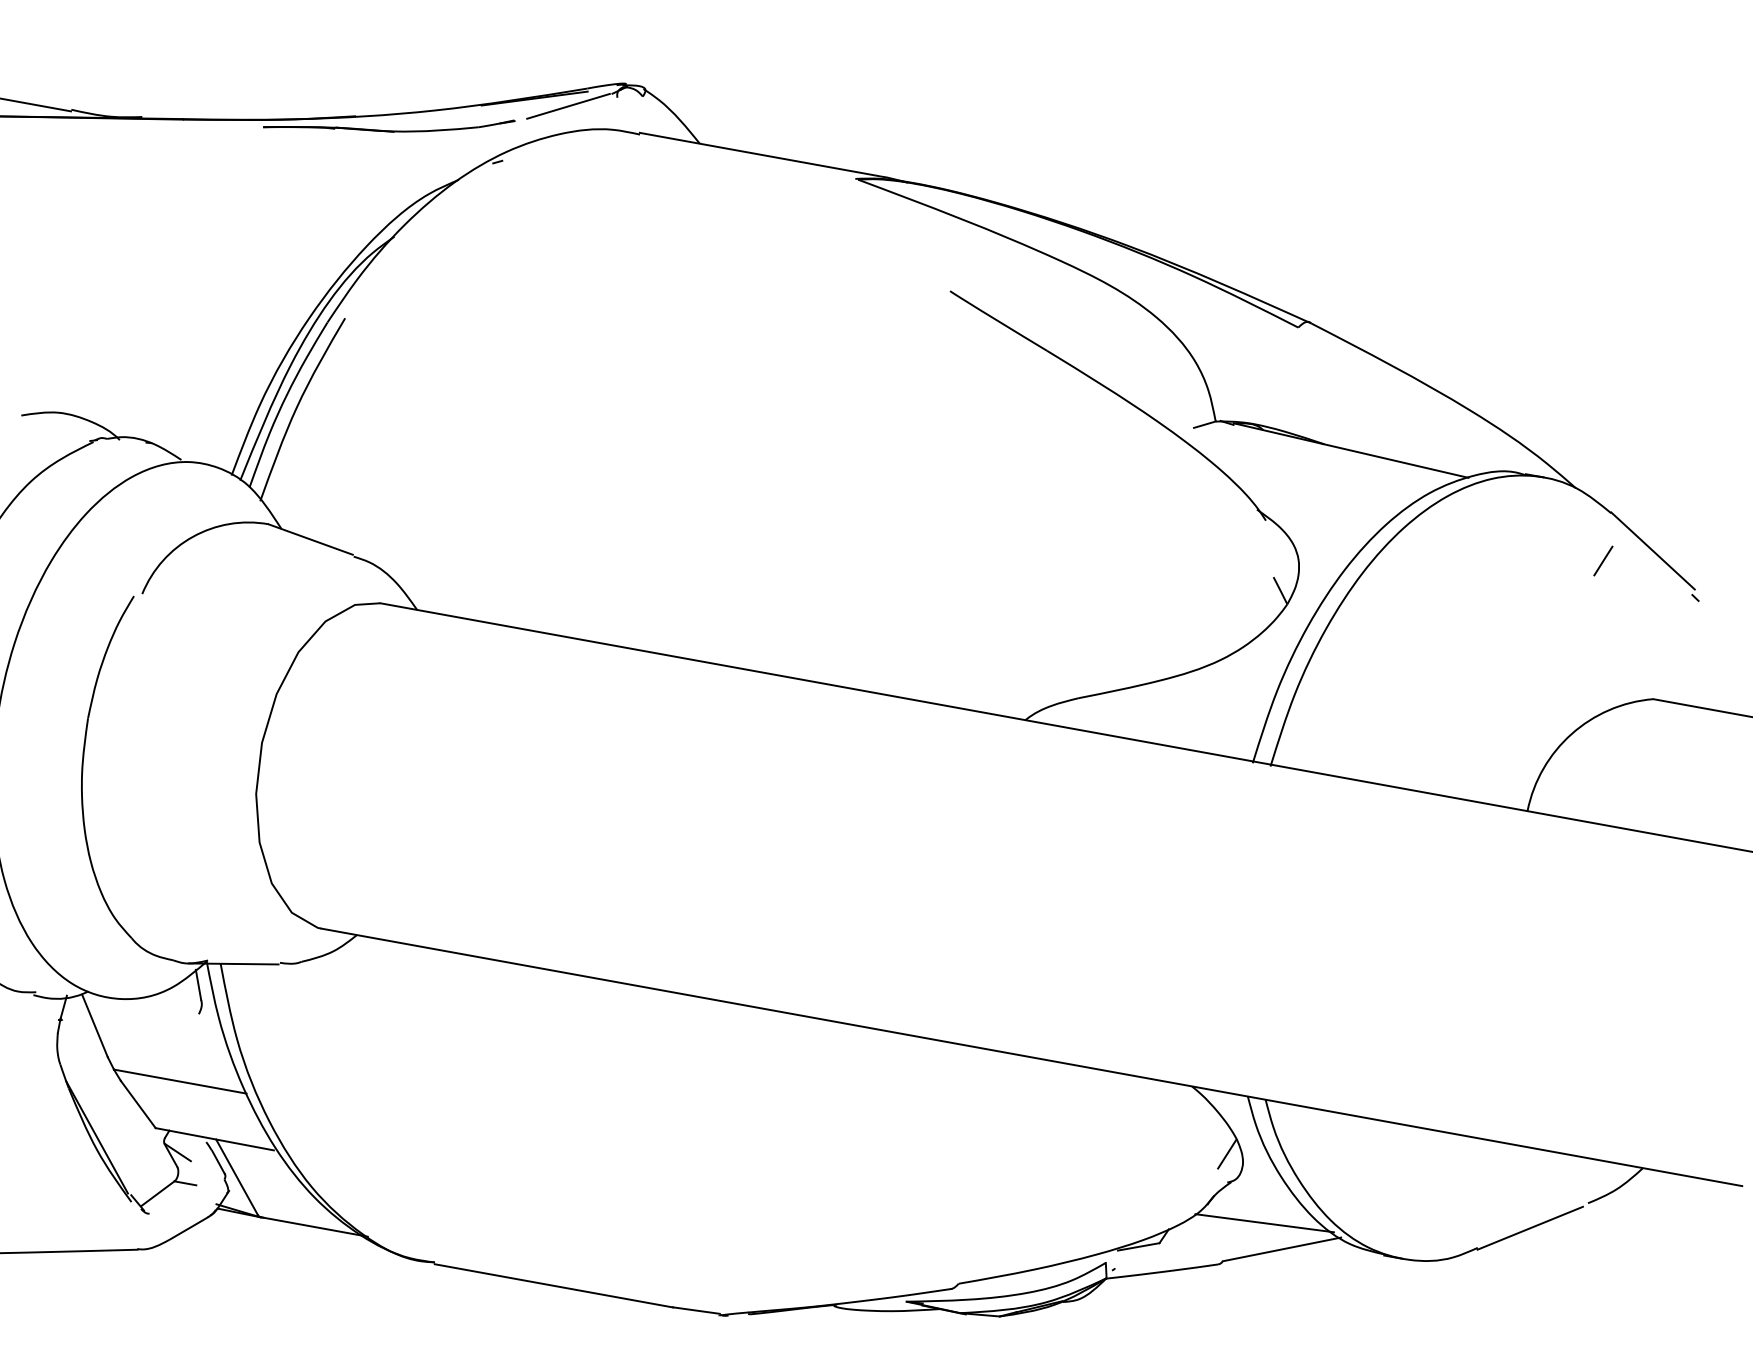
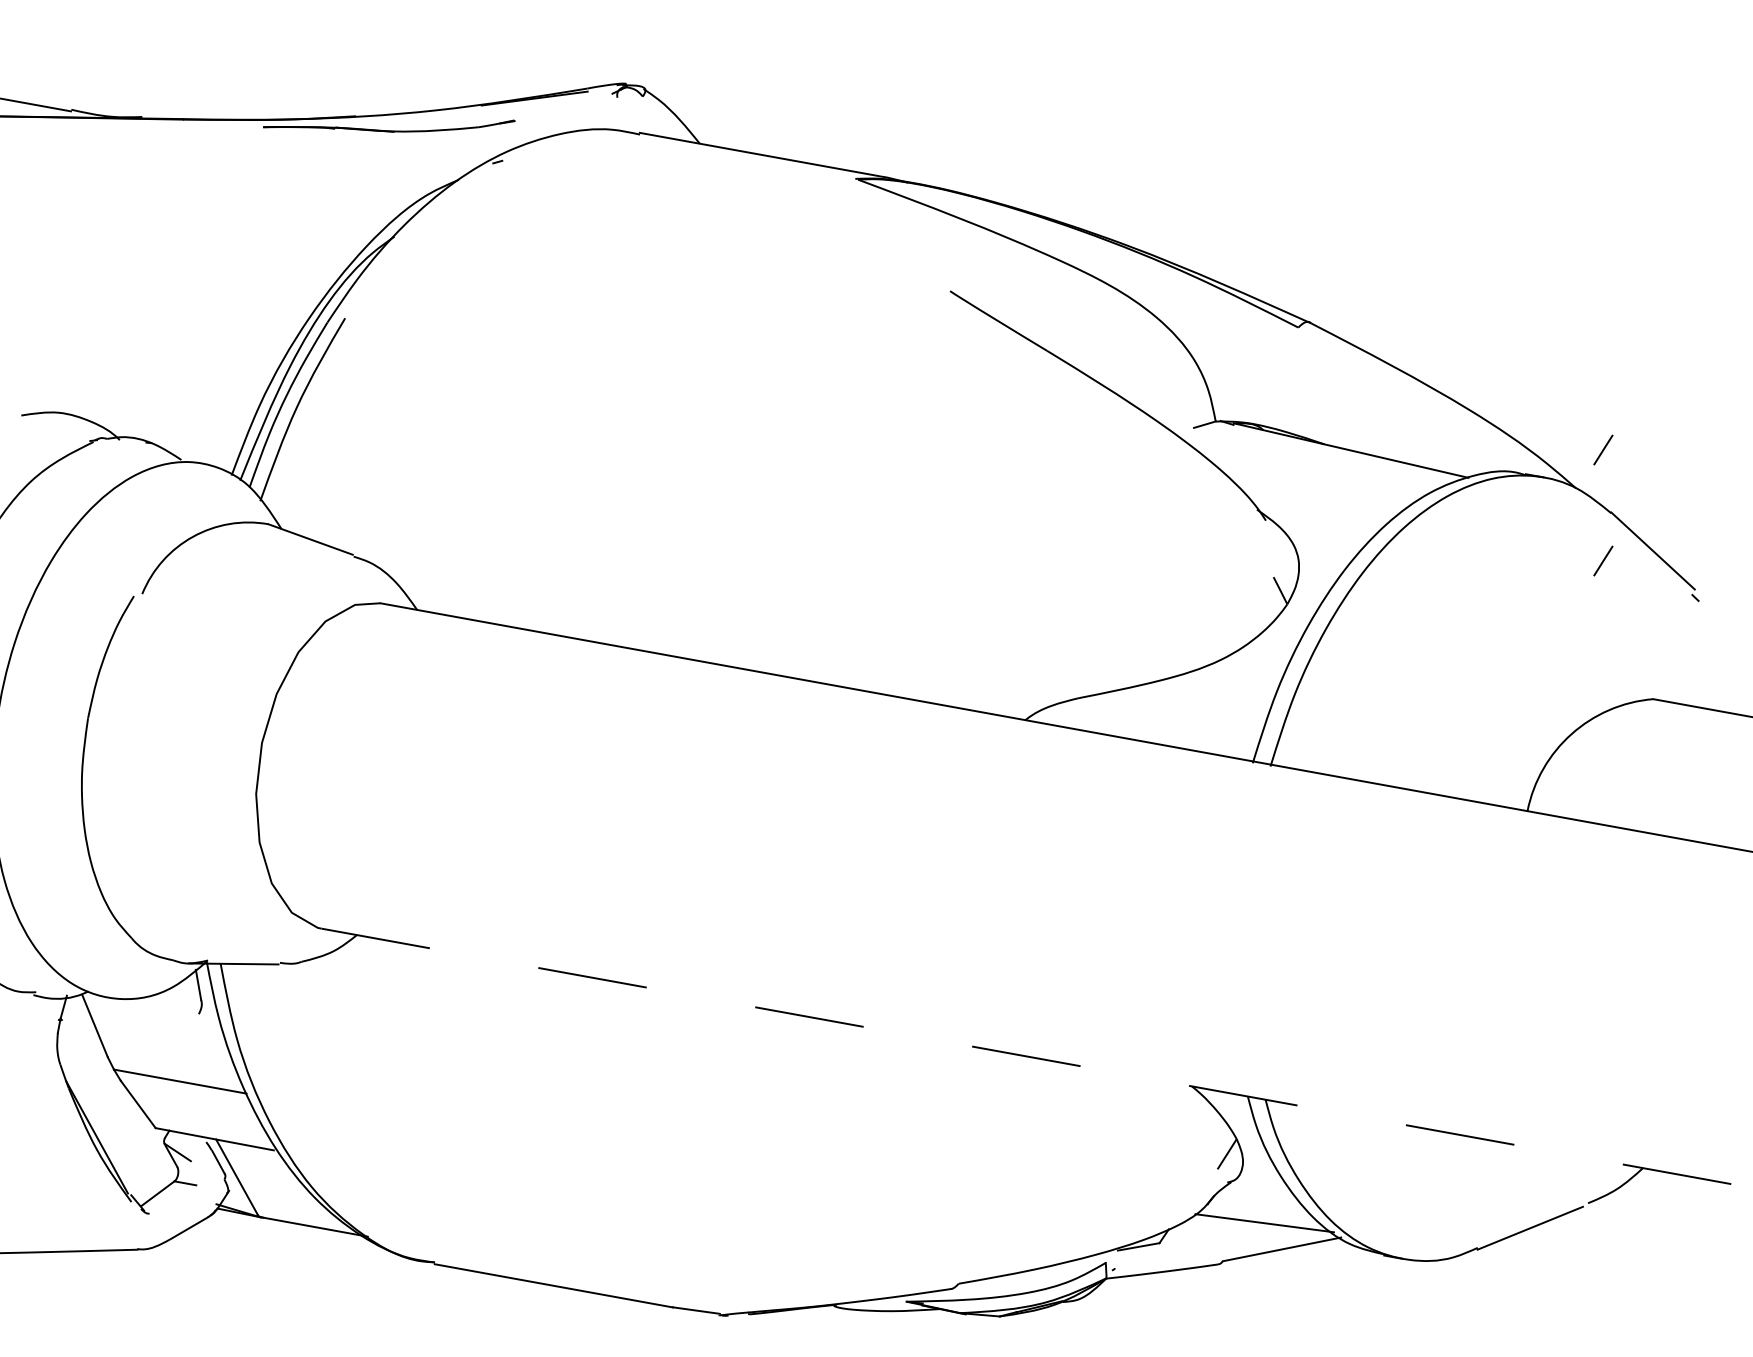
line at (568, 105): present -> none
line at (1603, 449): none -> present
line at (1031, 1057): solid -> dashed
